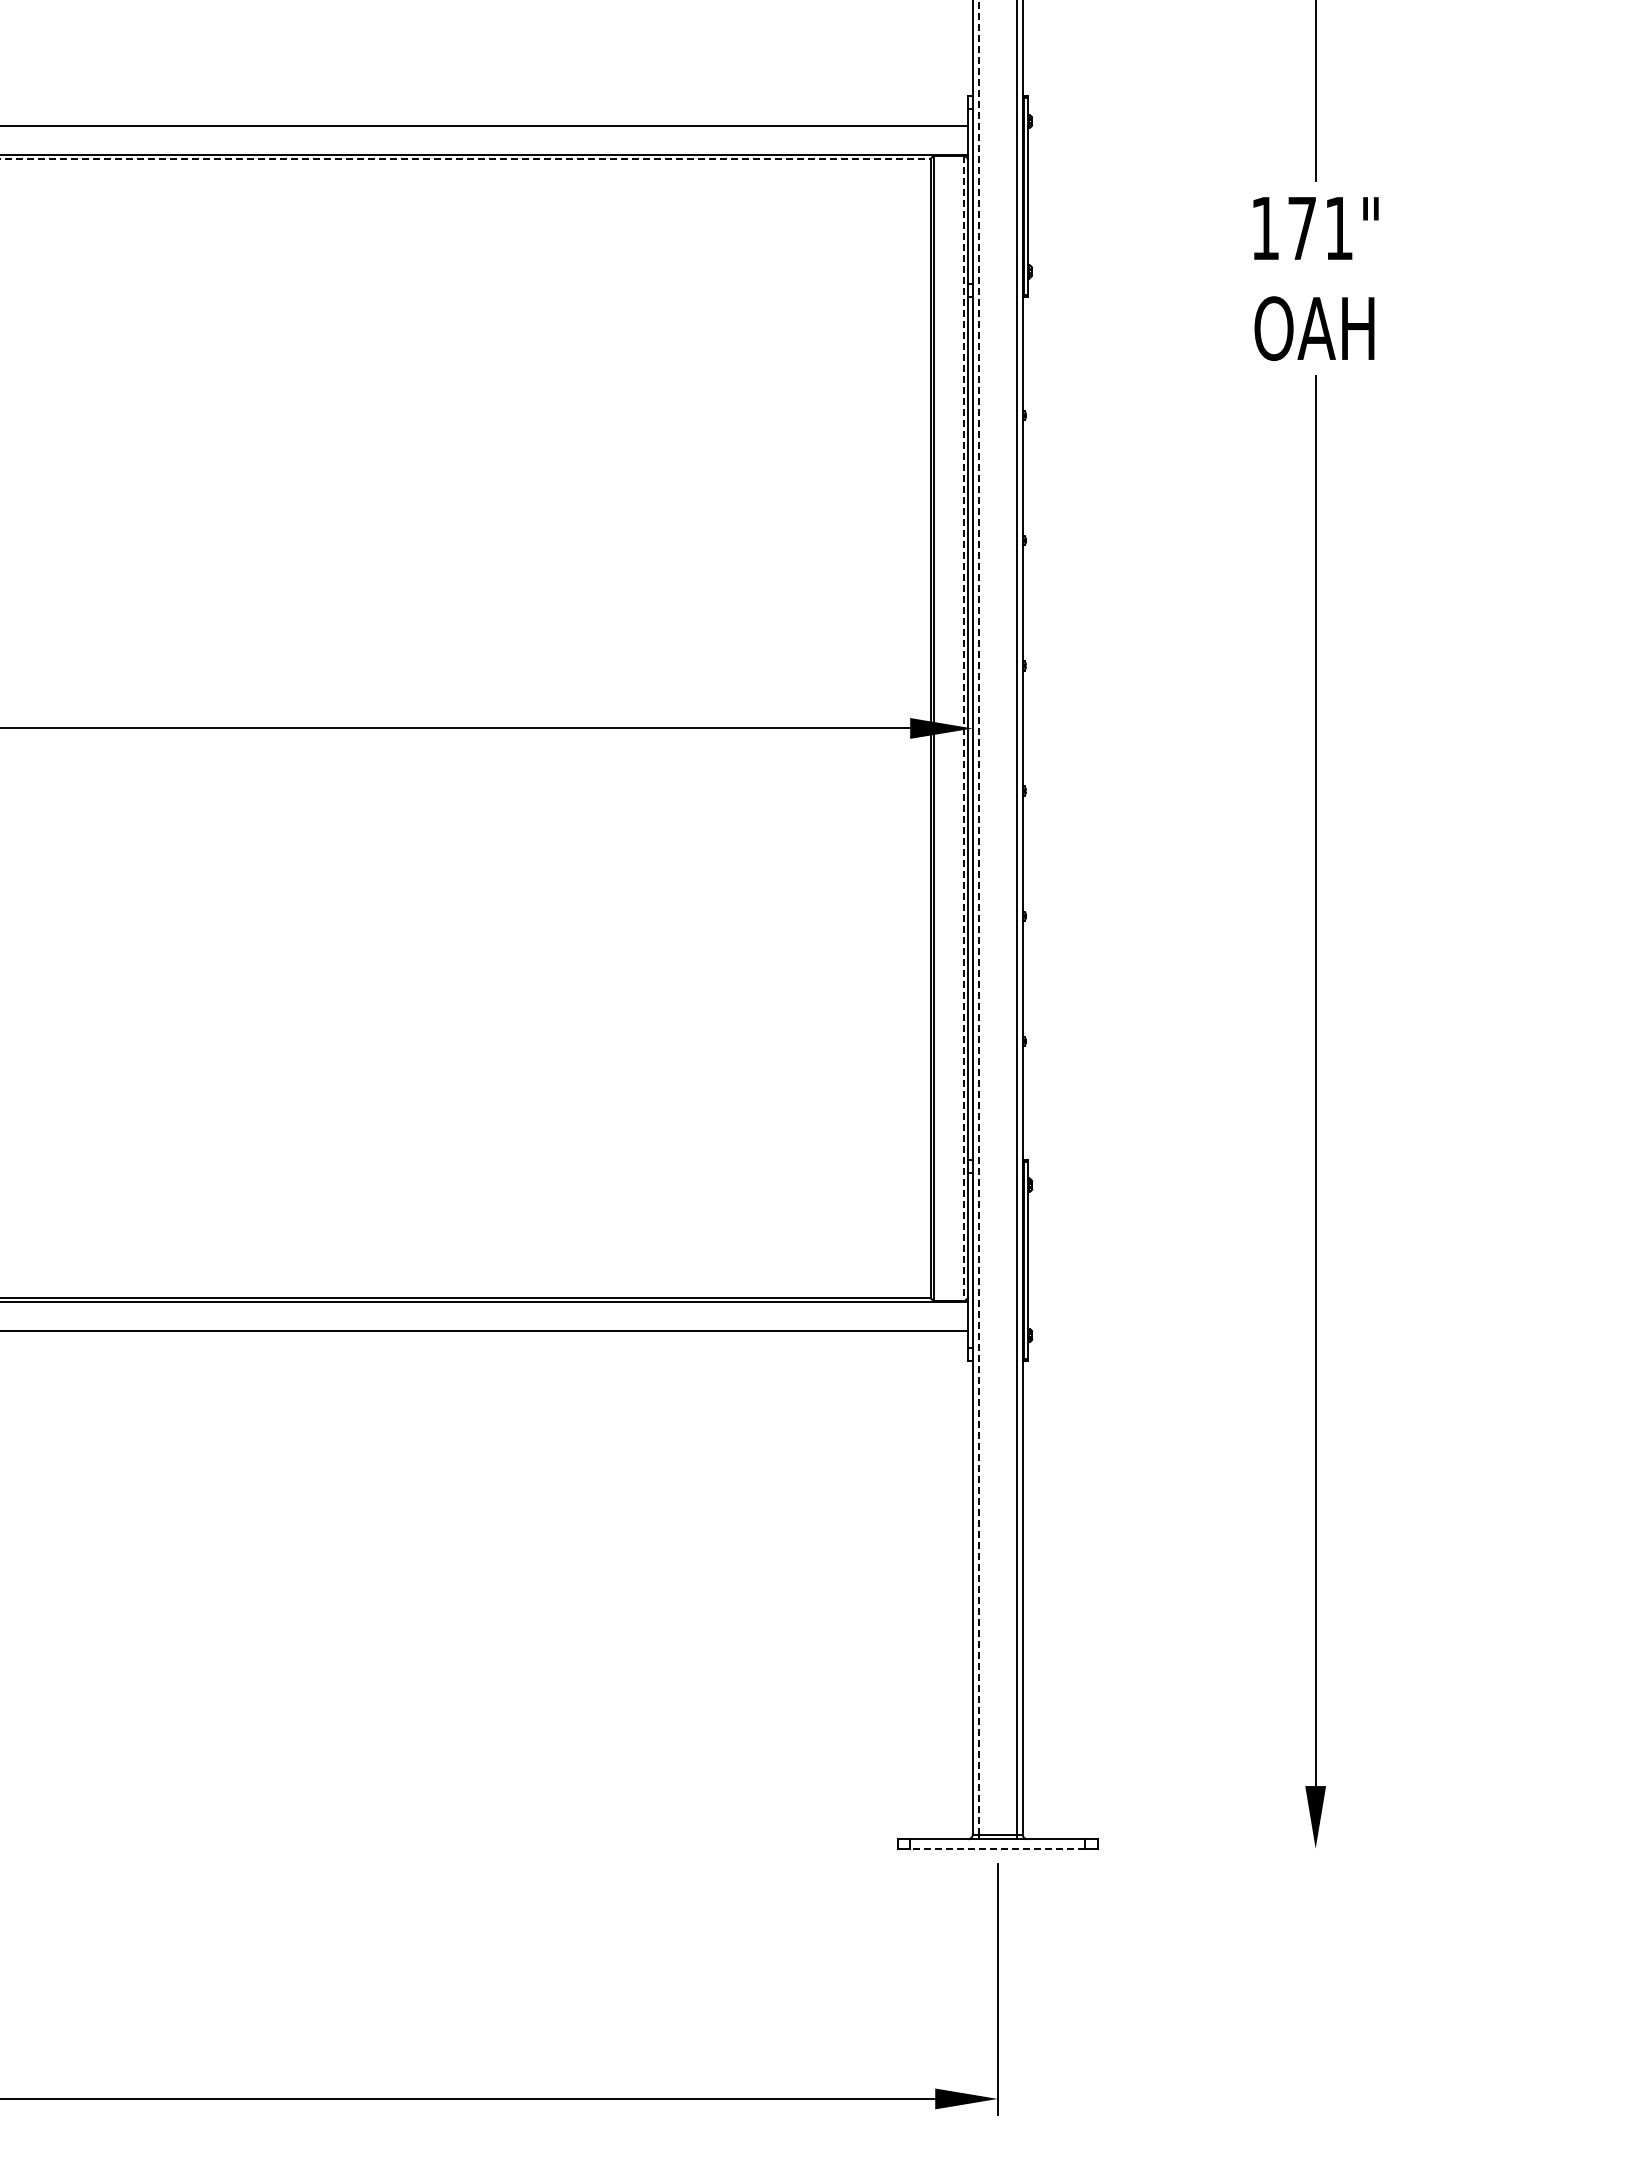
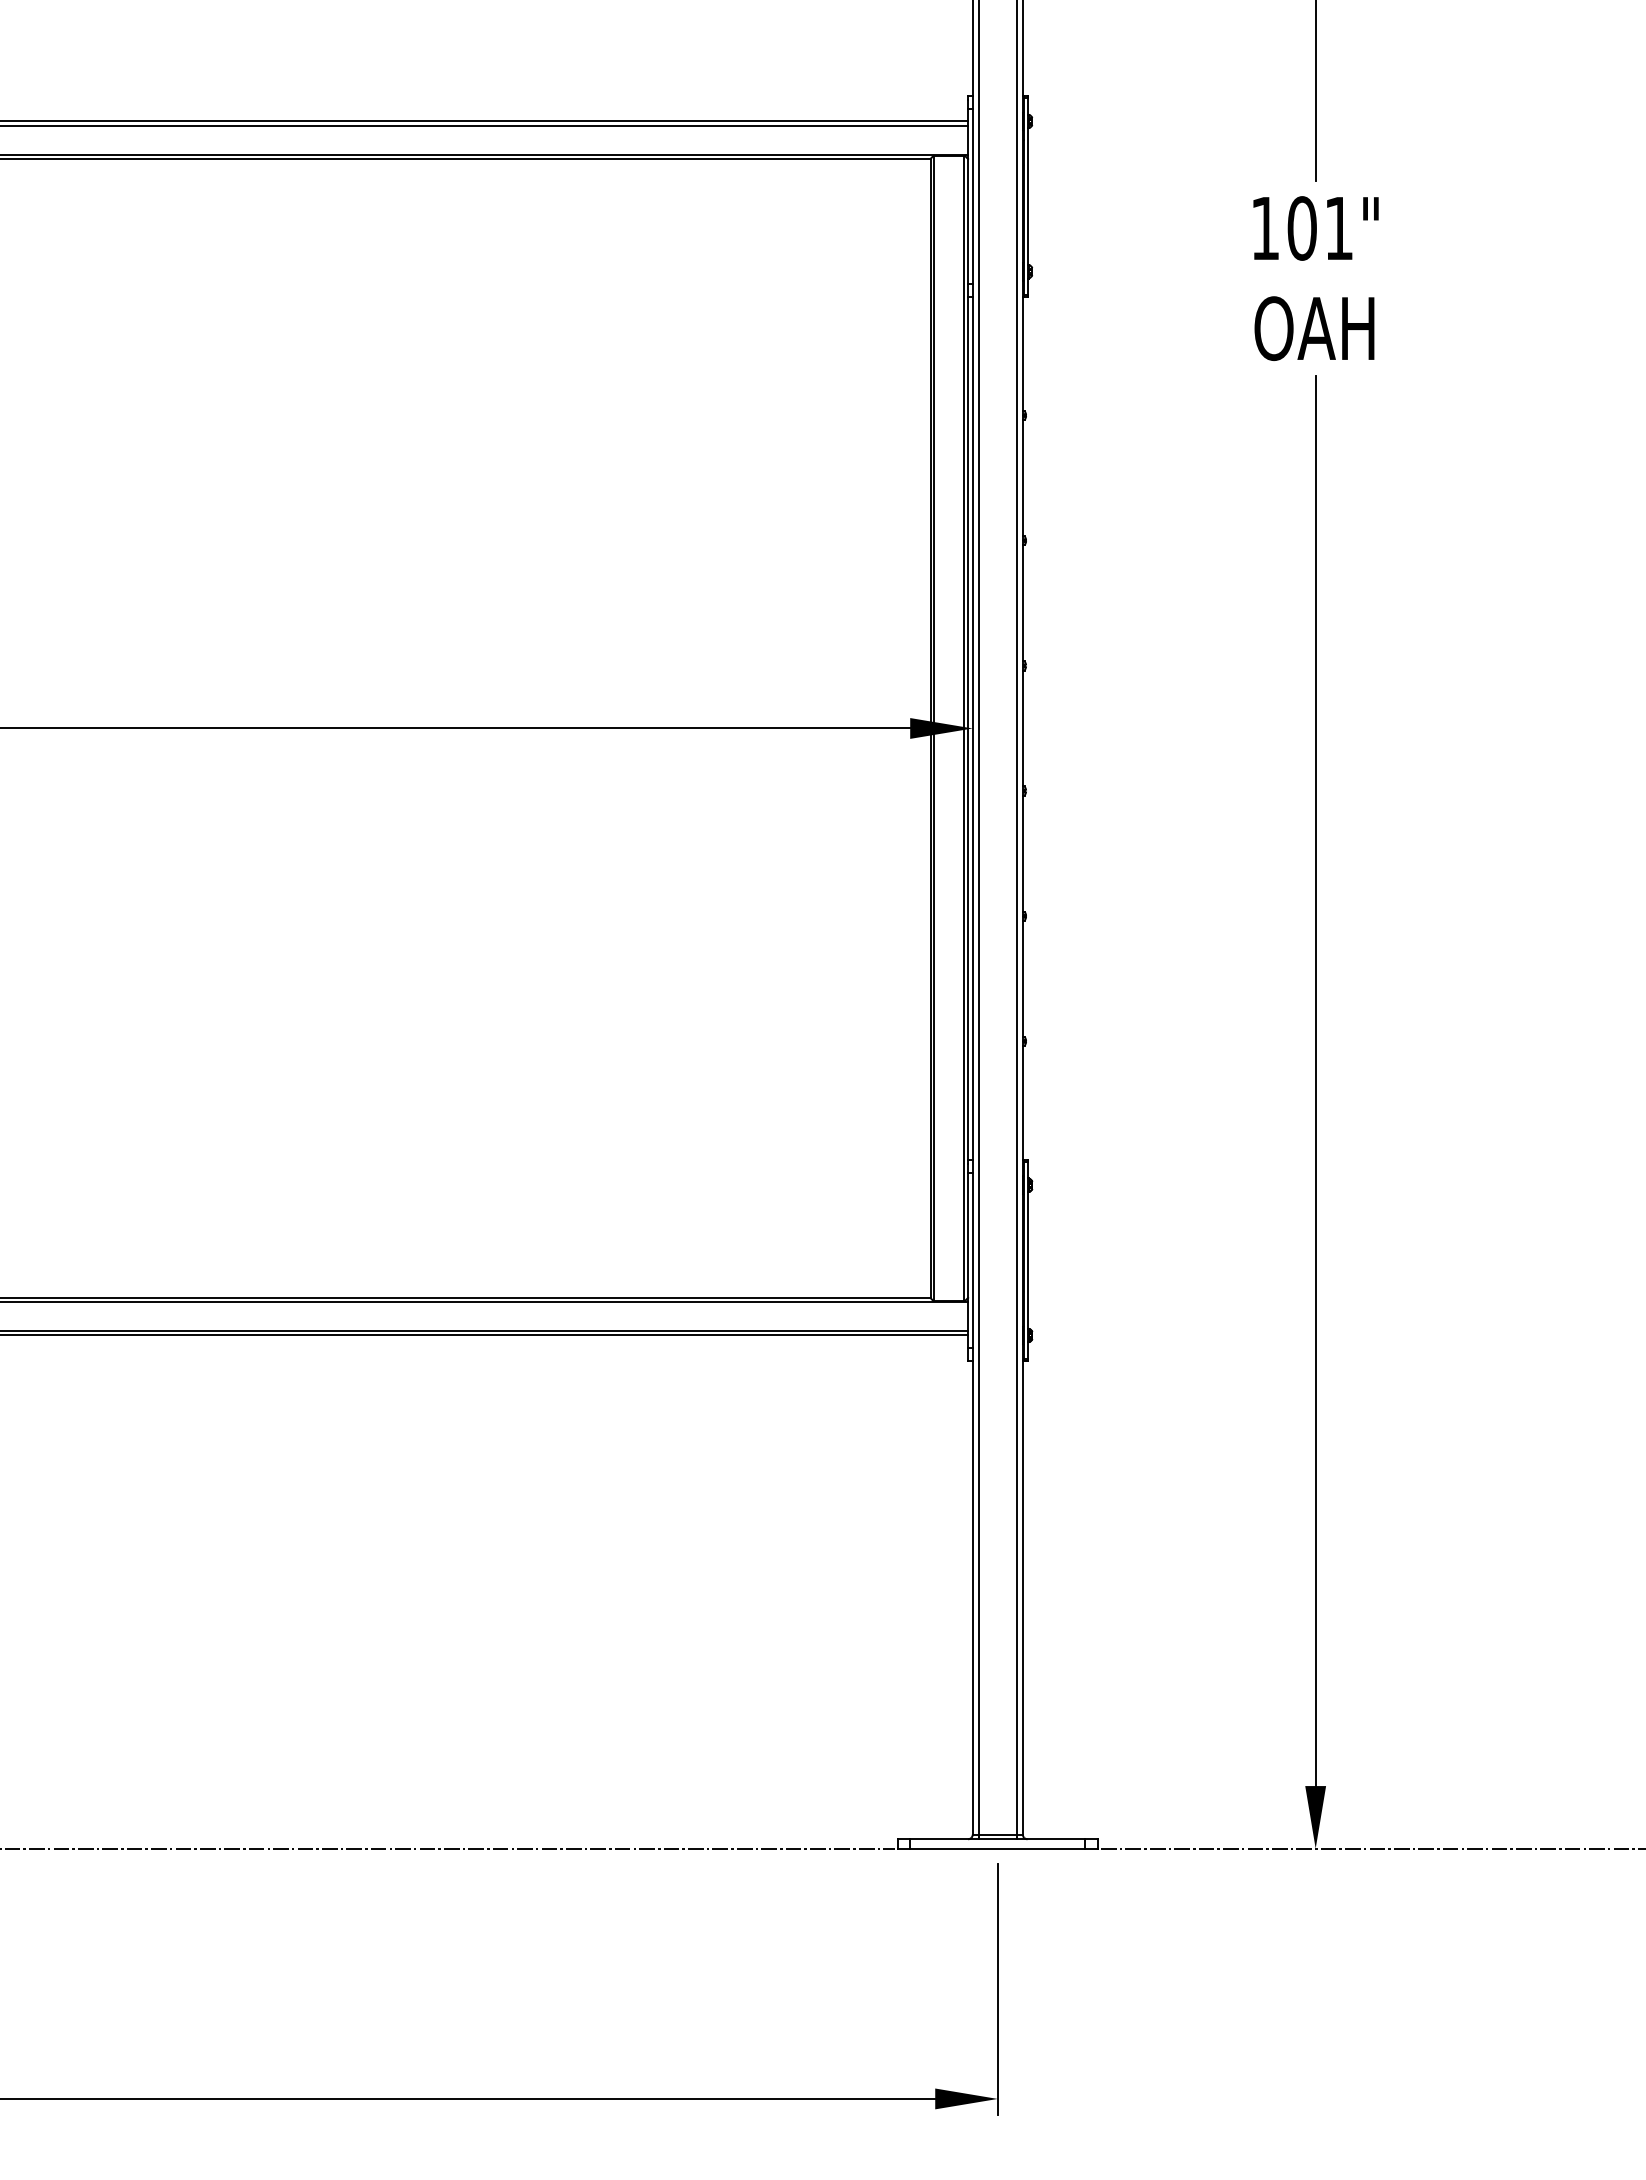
line at (485, 121): none -> present
line at (465, 159): dashed -> solid
text at (1301, 228): 171" -> 101"
line at (963, 728): dashed -> solid
line at (979, 917): dashed -> solid
line at (485, 1335): none -> present
line at (448, 1848): none -> present
line at (997, 1848): dashed -> solid
line at (1371, 1848): none -> present
